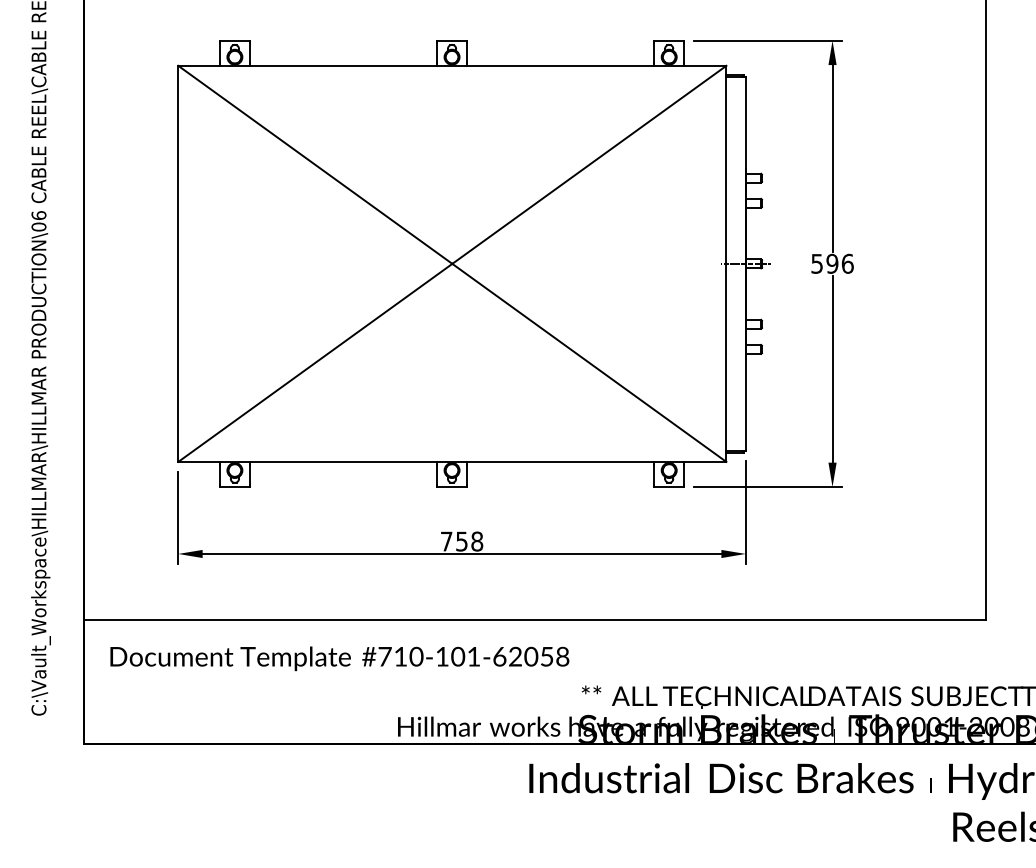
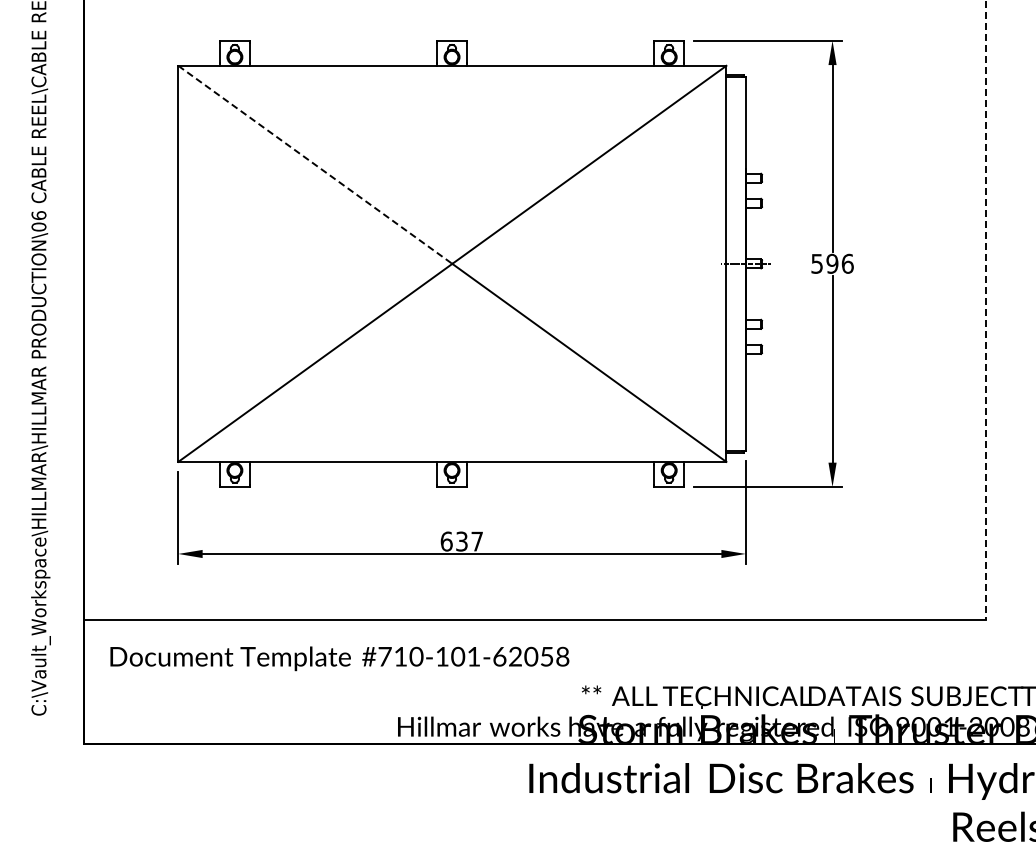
line at (315, 165): solid -> dashed
line at (986, 310): solid -> dashed
text at (461, 541): 758 -> 637
